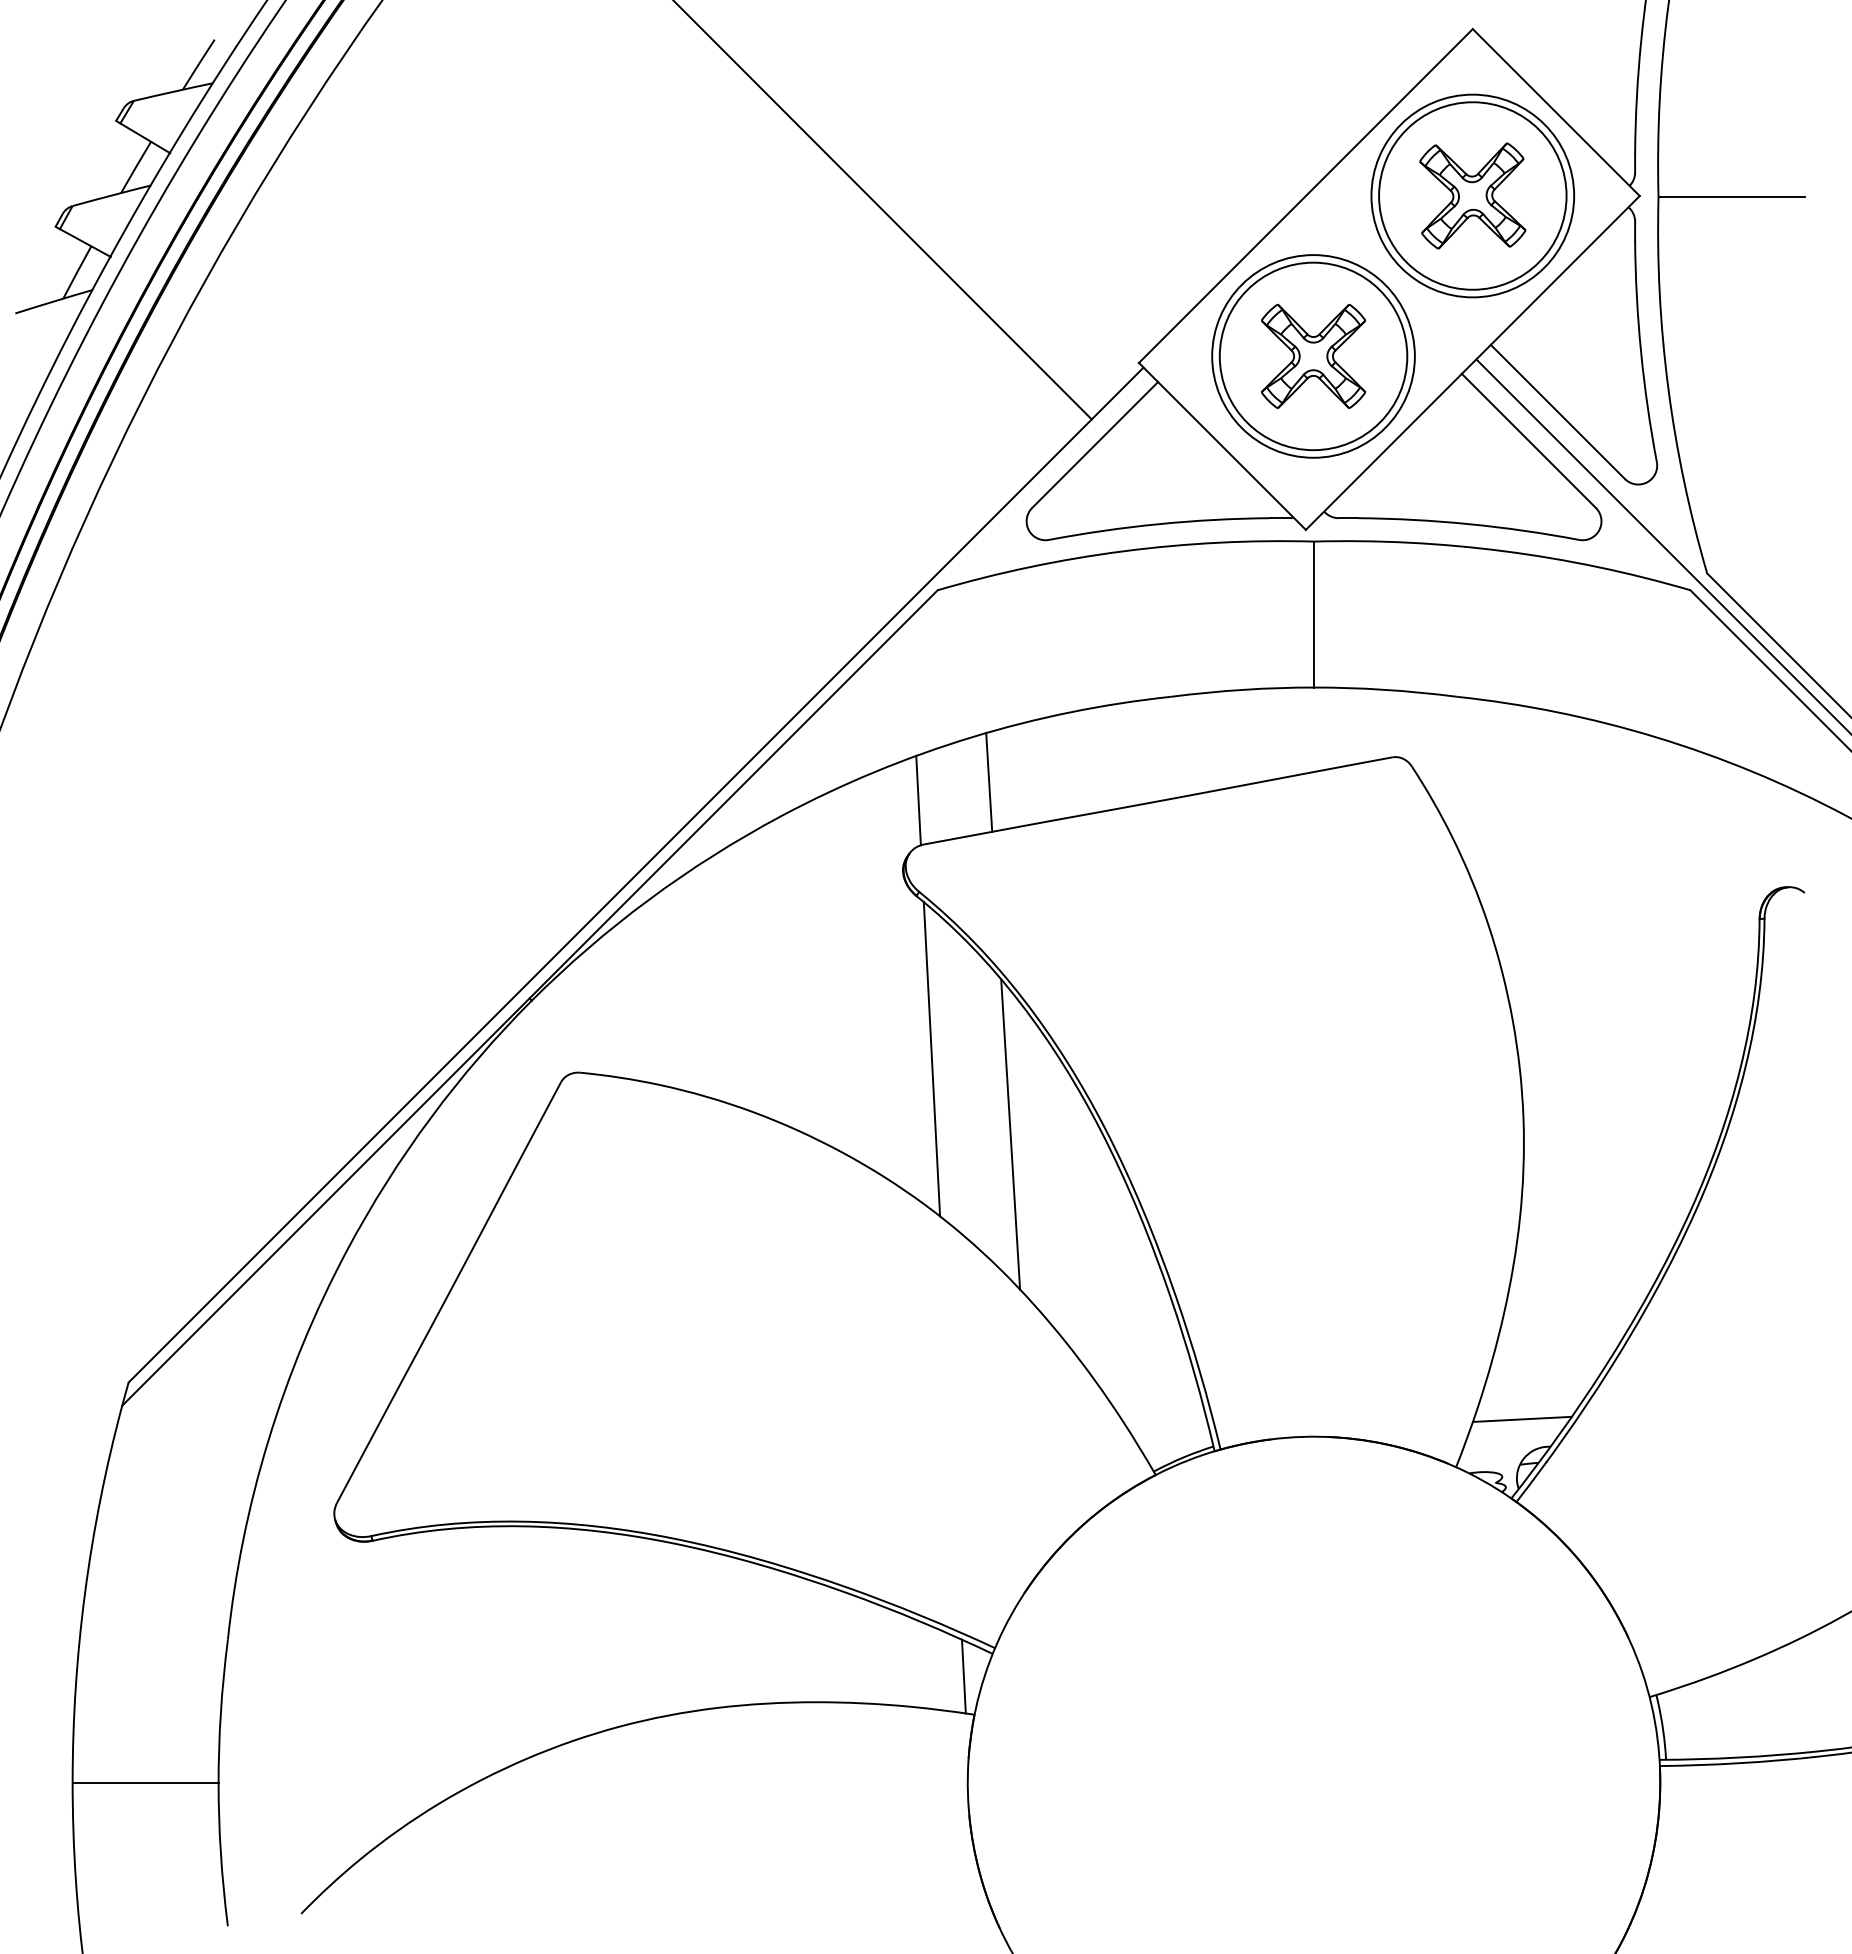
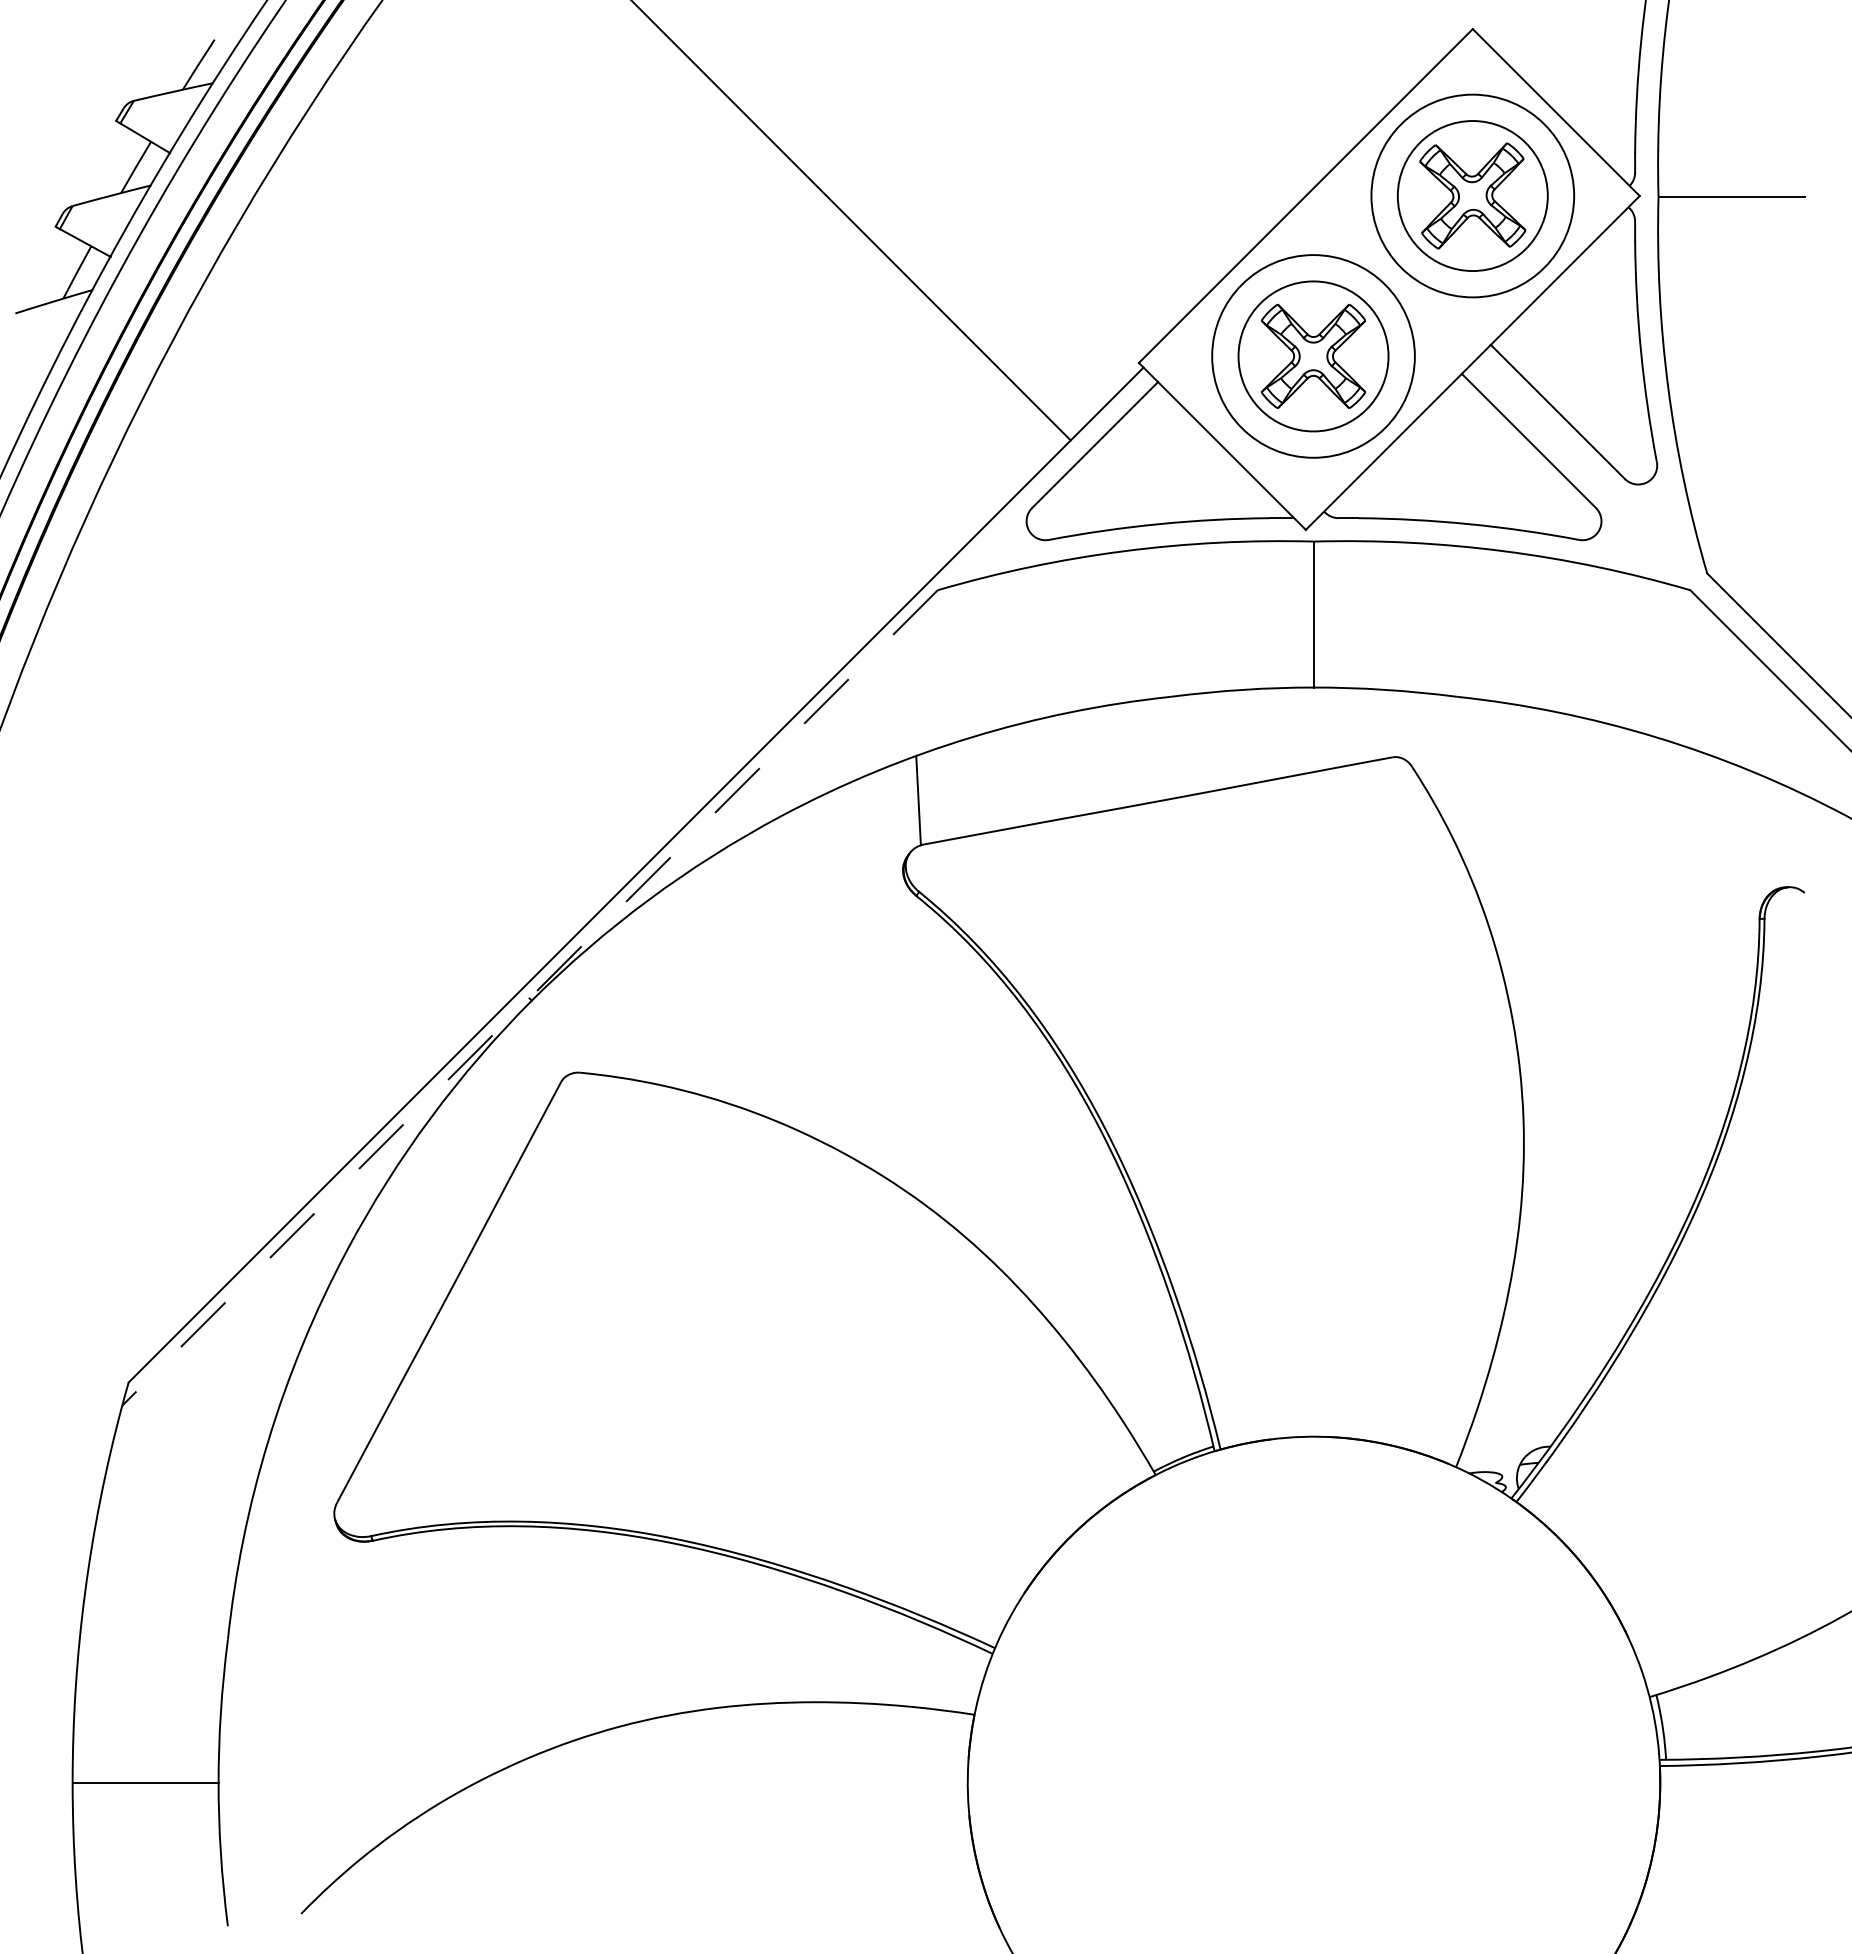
circle at (1472, 195) diameter: 188 px -> 150 px
line at (883, 210) position: (883, 210) -> (851, 221)
circle at (1313, 356) diameter: 188 px -> 150 px
line at (1662, 545): present -> none
line at (989, 782): present -> none
line at (530, 998): solid -> dashed
line at (931, 1059): present -> none
line at (1010, 1134): present -> none
line at (1521, 1418): present -> none
line at (963, 1676): present -> none
